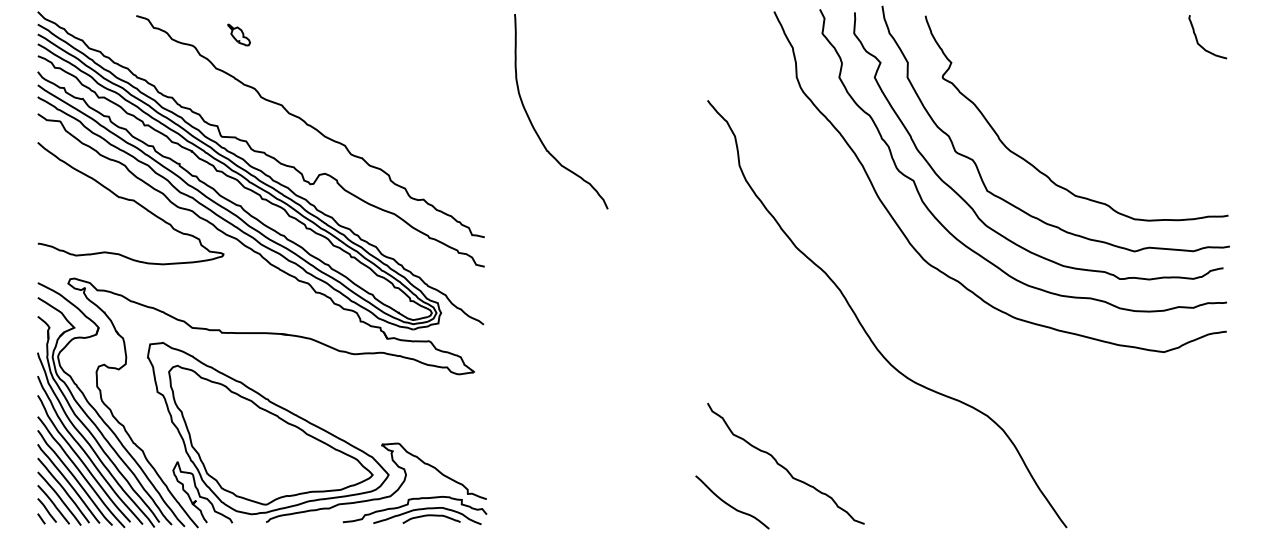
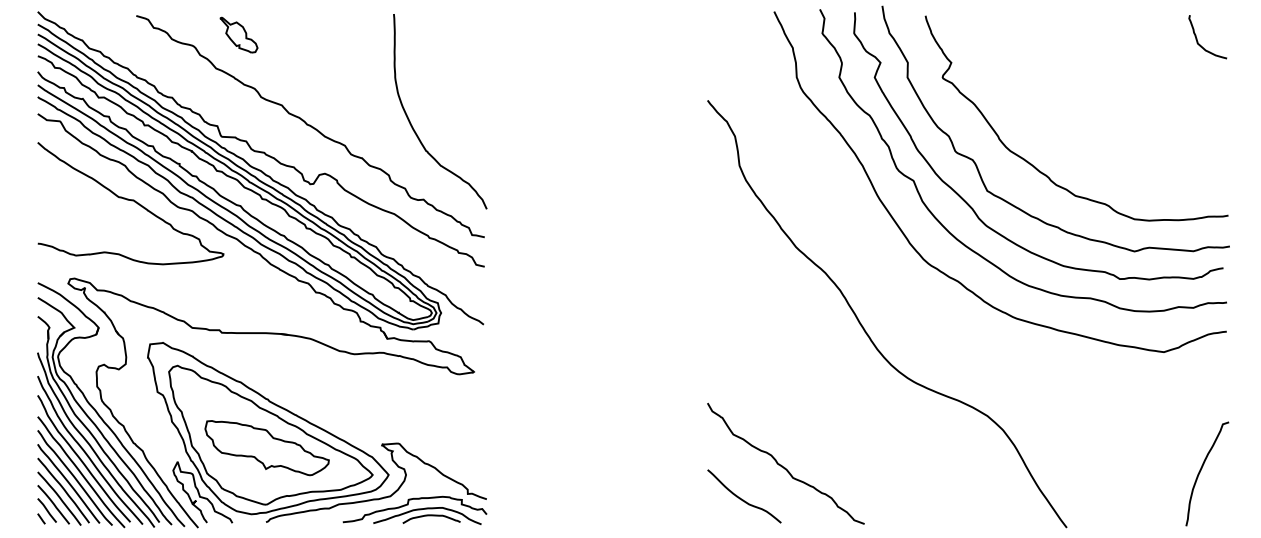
part at (238, 34) size: 24x24 px -> 40x38 px
curve at (533, 125) position: (533, 125) -> (412, 125)
part at (266, 448): none -> present
curve at (1201, 470): none -> present
curve at (731, 505) position: (731, 505) -> (743, 499)
